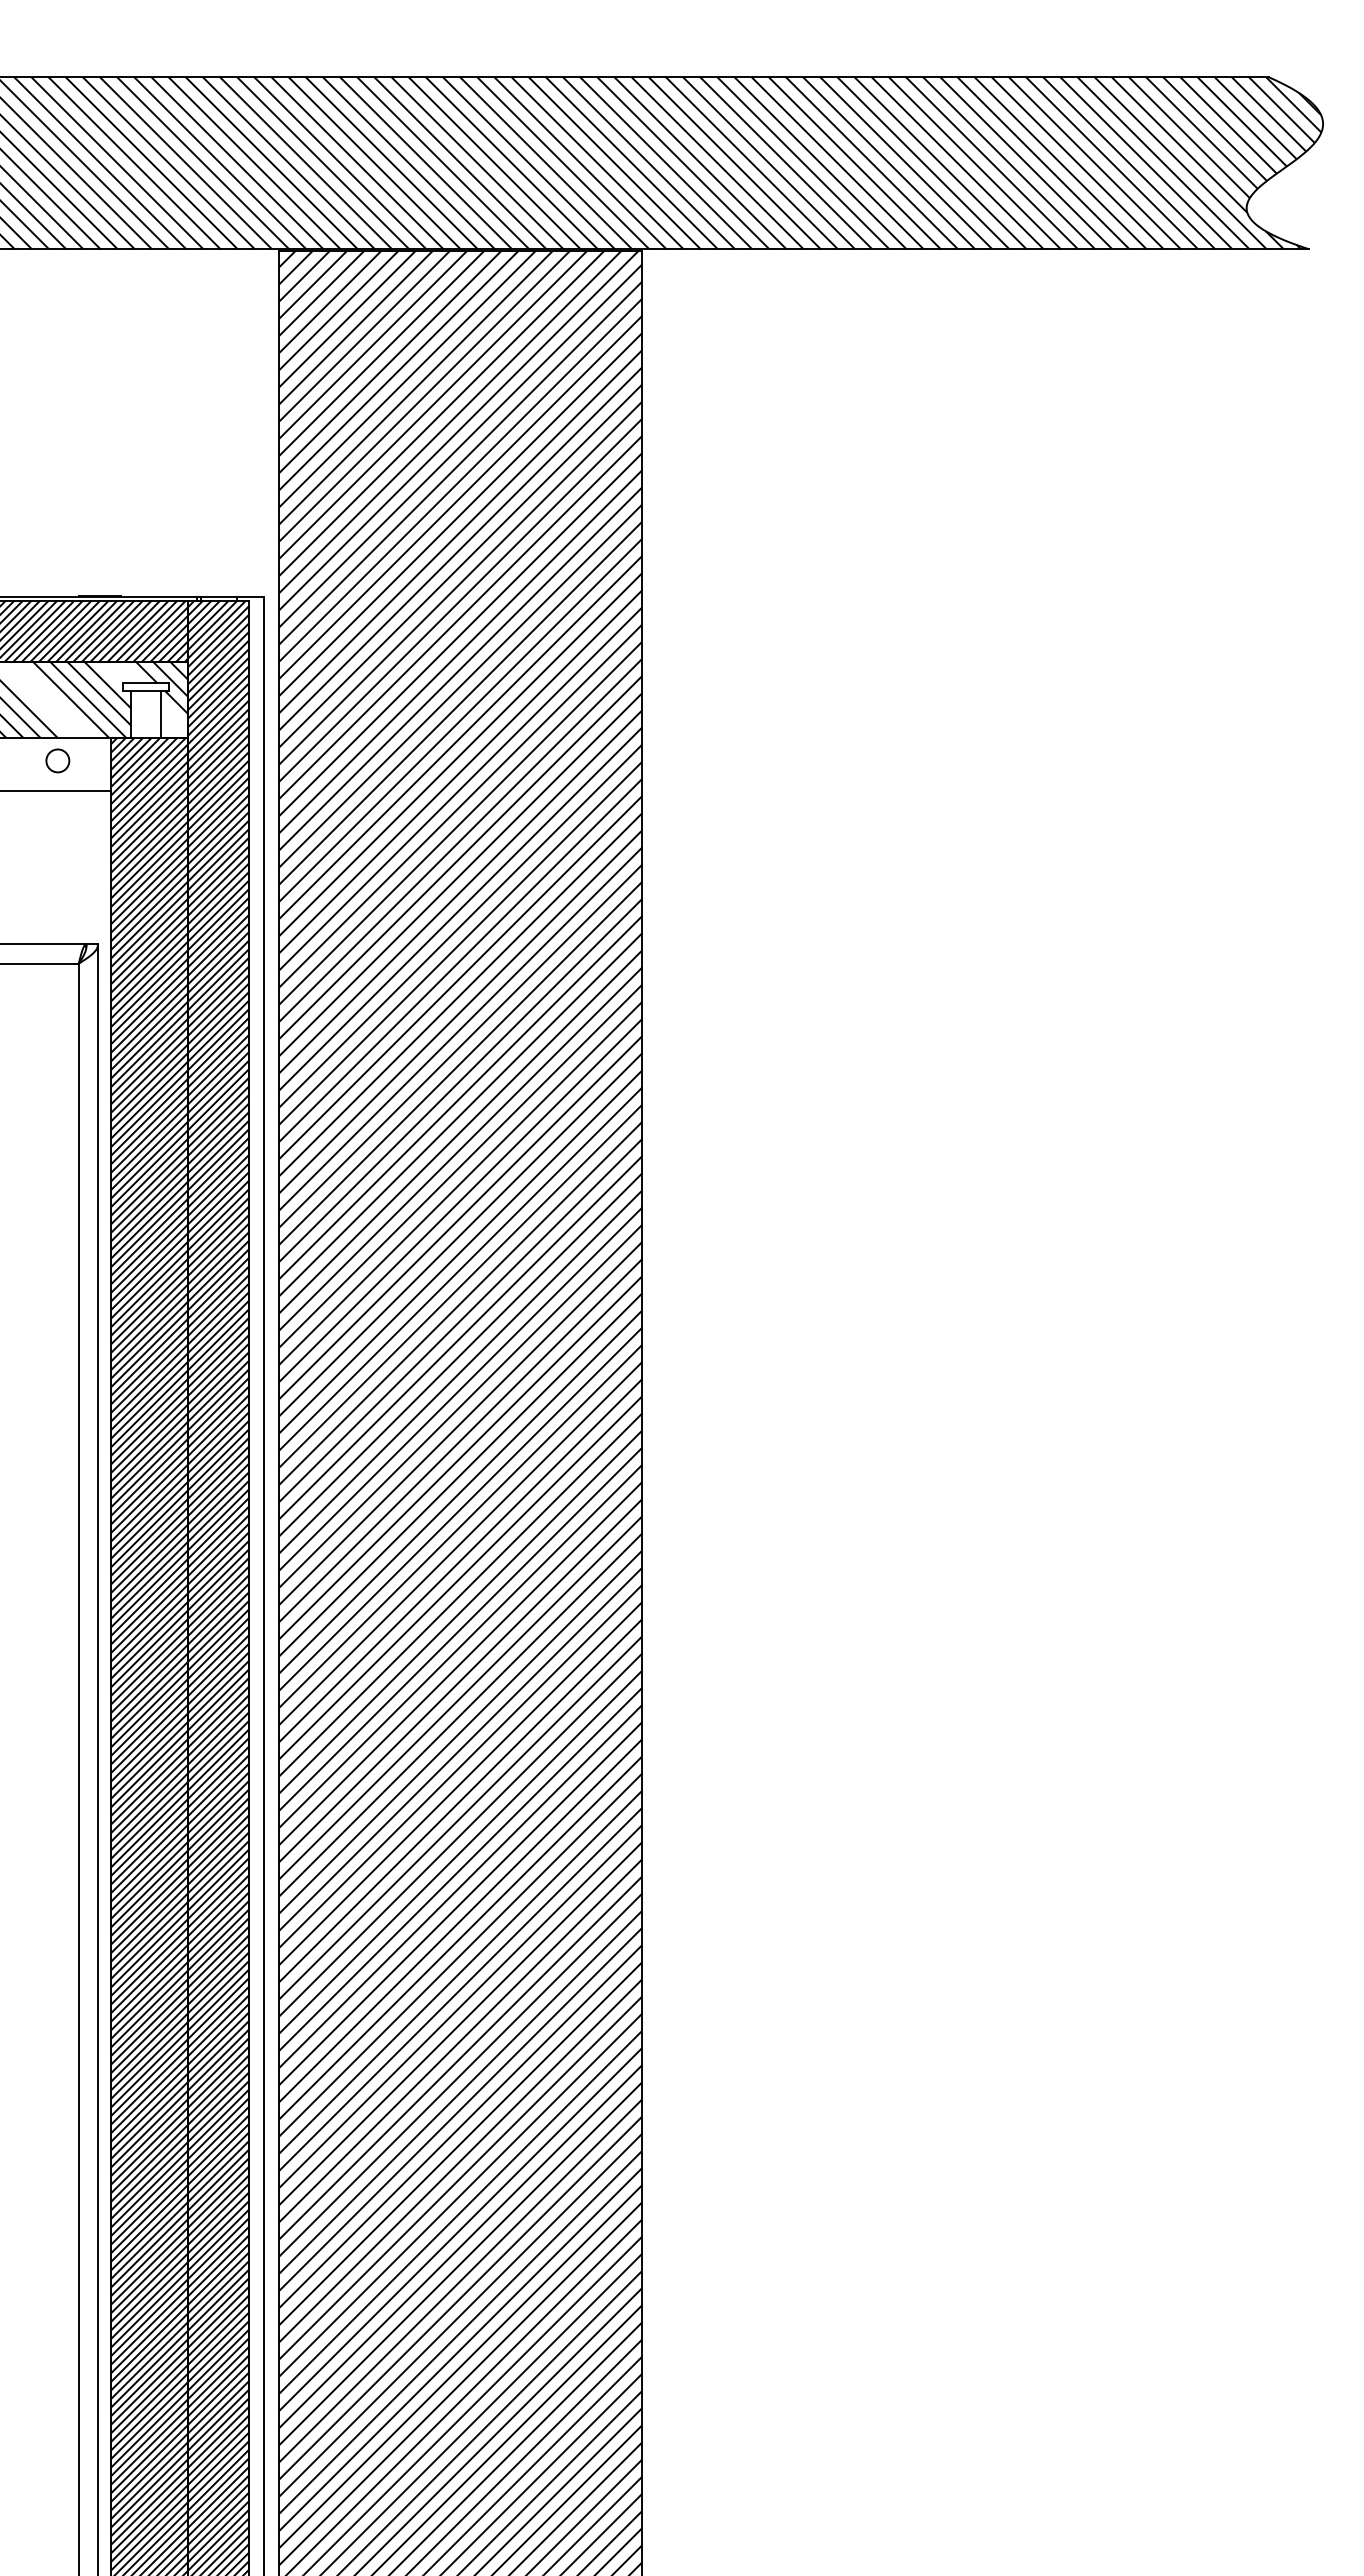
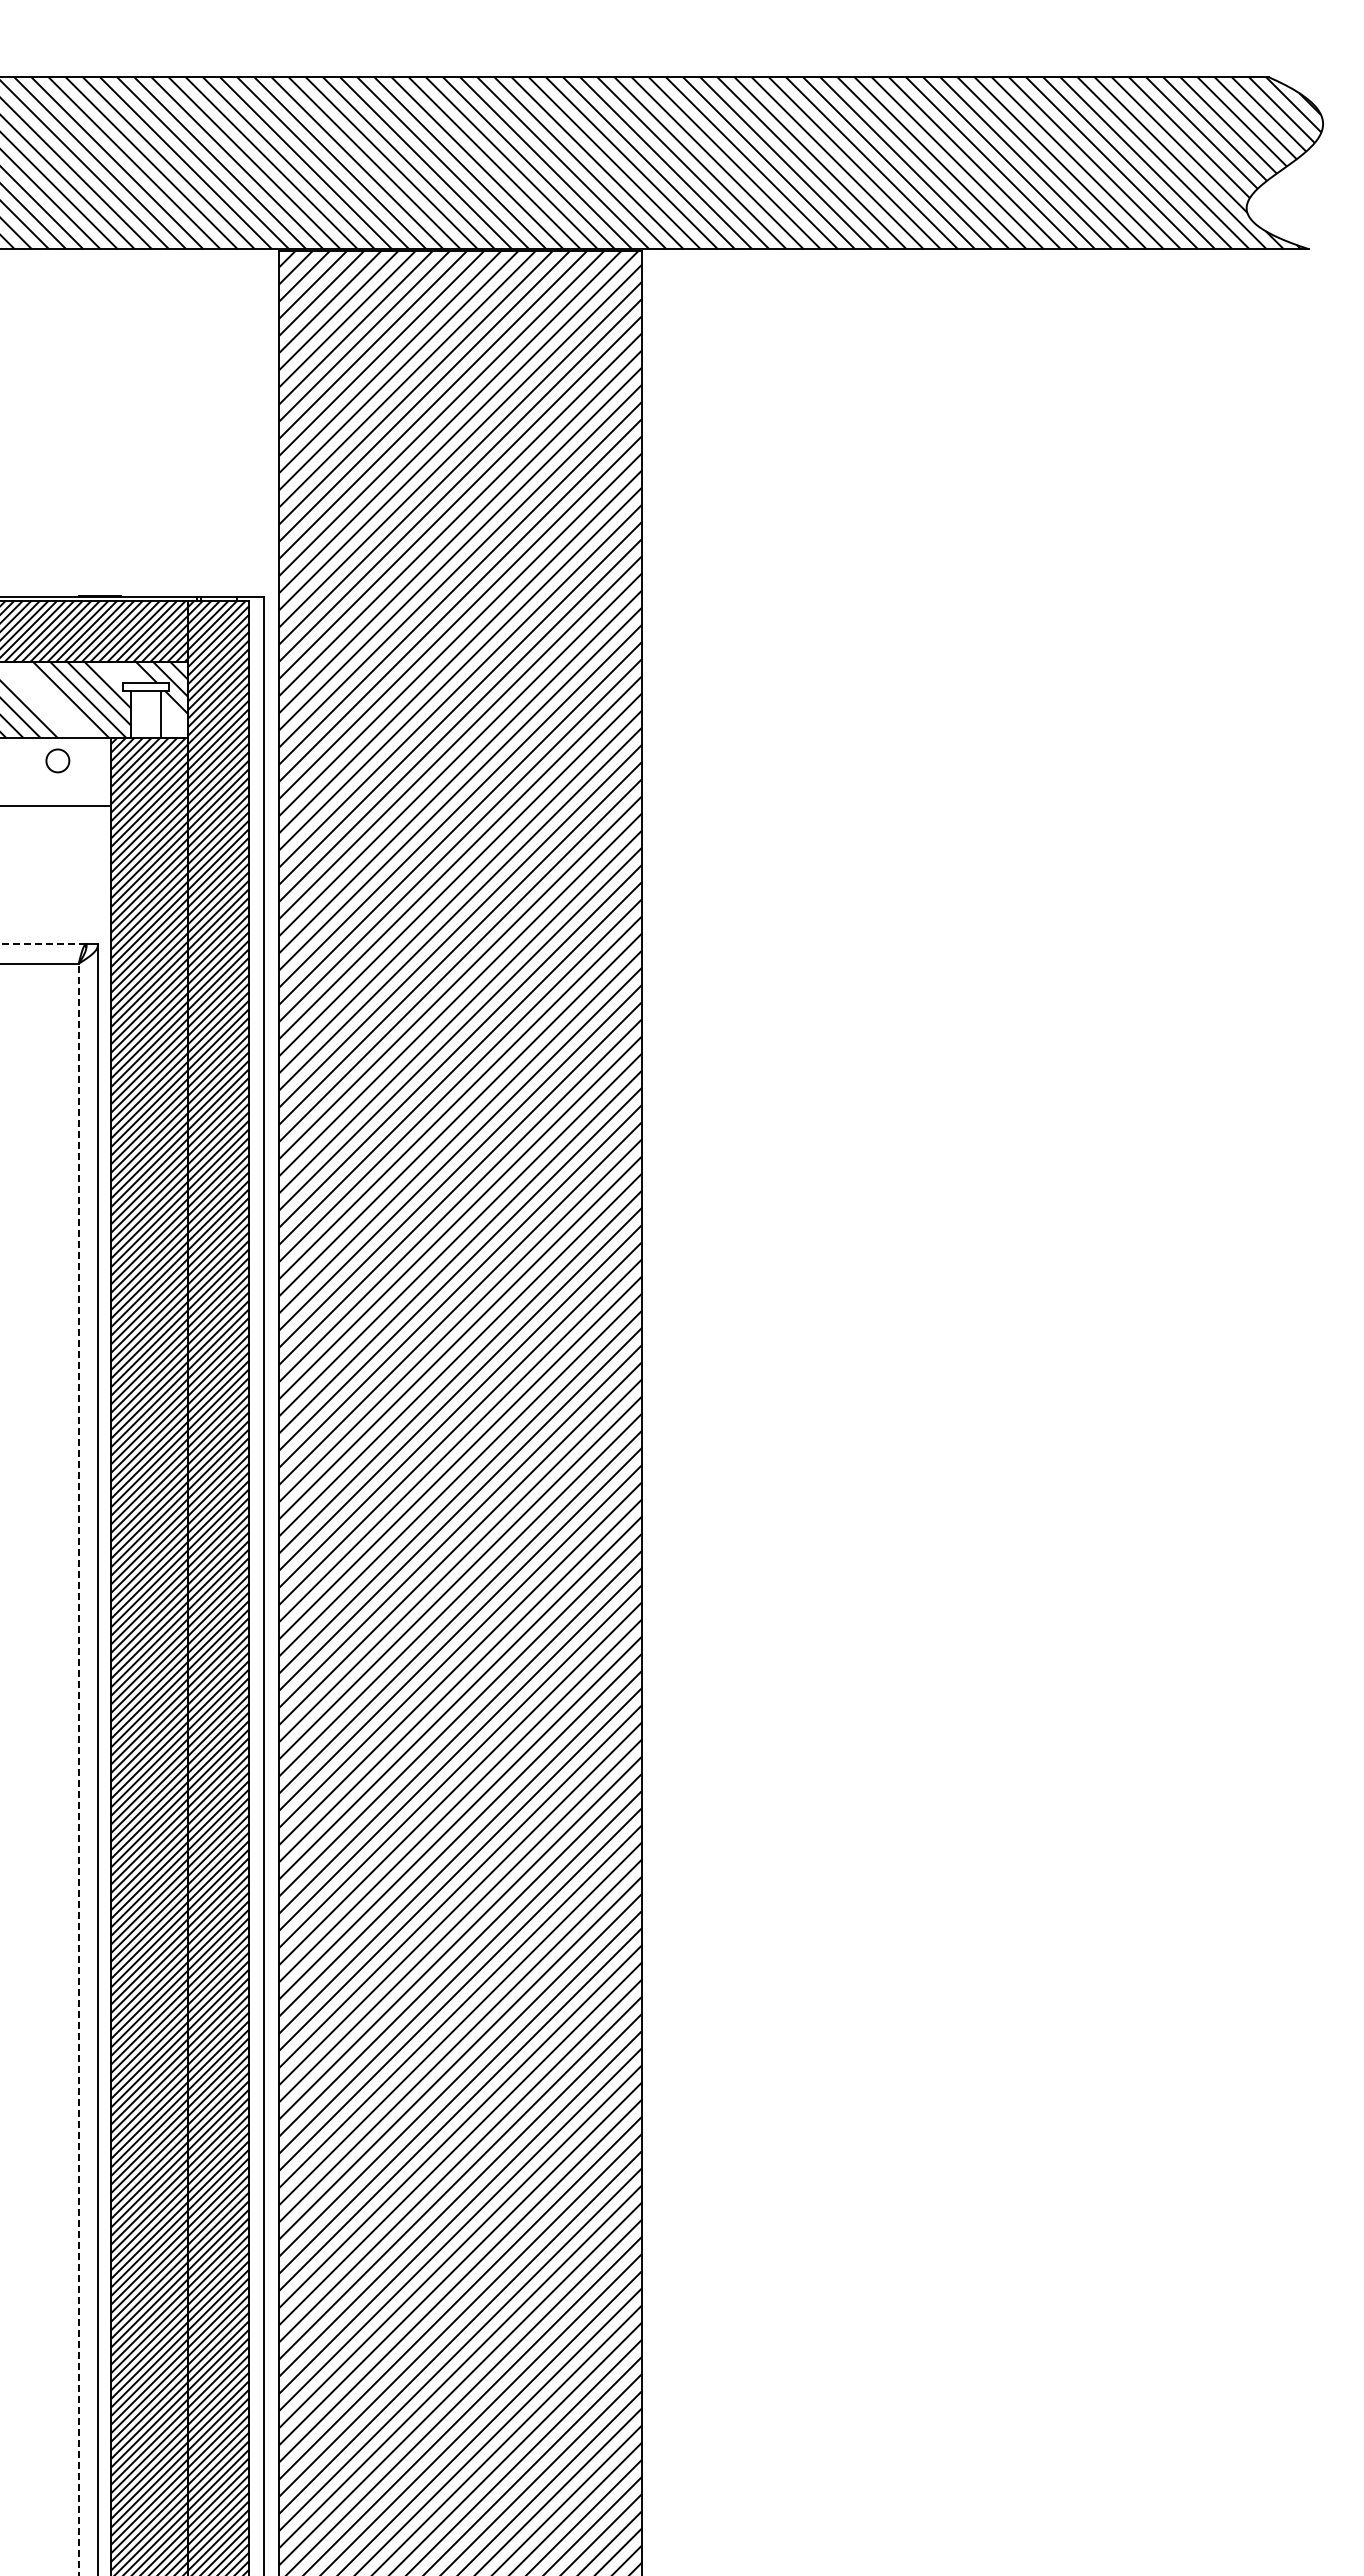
line at (56, 791) position: (56, 791) -> (56, 806)
line at (43, 944): solid -> dashed
line at (78, 1769): solid -> dashed
